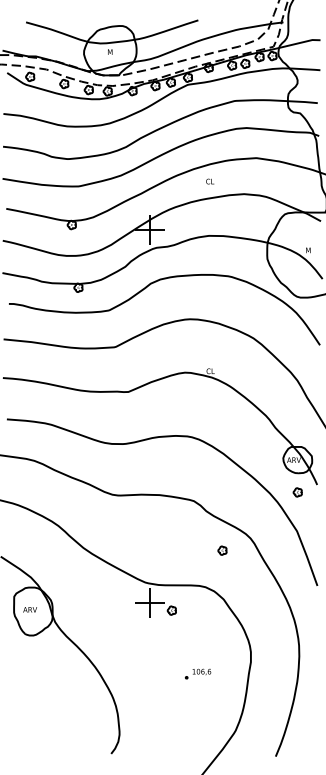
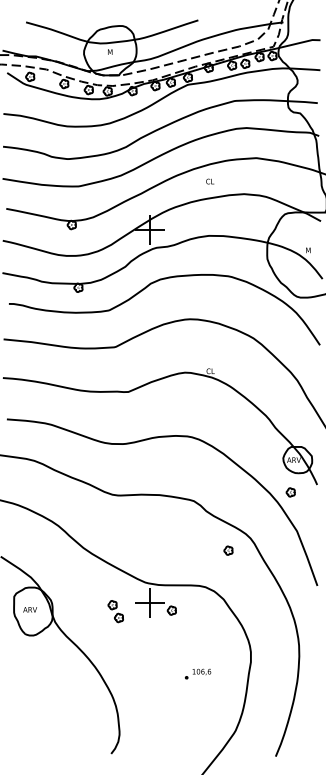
part at (297, 492) position: (297, 492) -> (290, 492)
part at (222, 550) position: (222, 550) -> (228, 550)
part at (115, 611): none -> present
